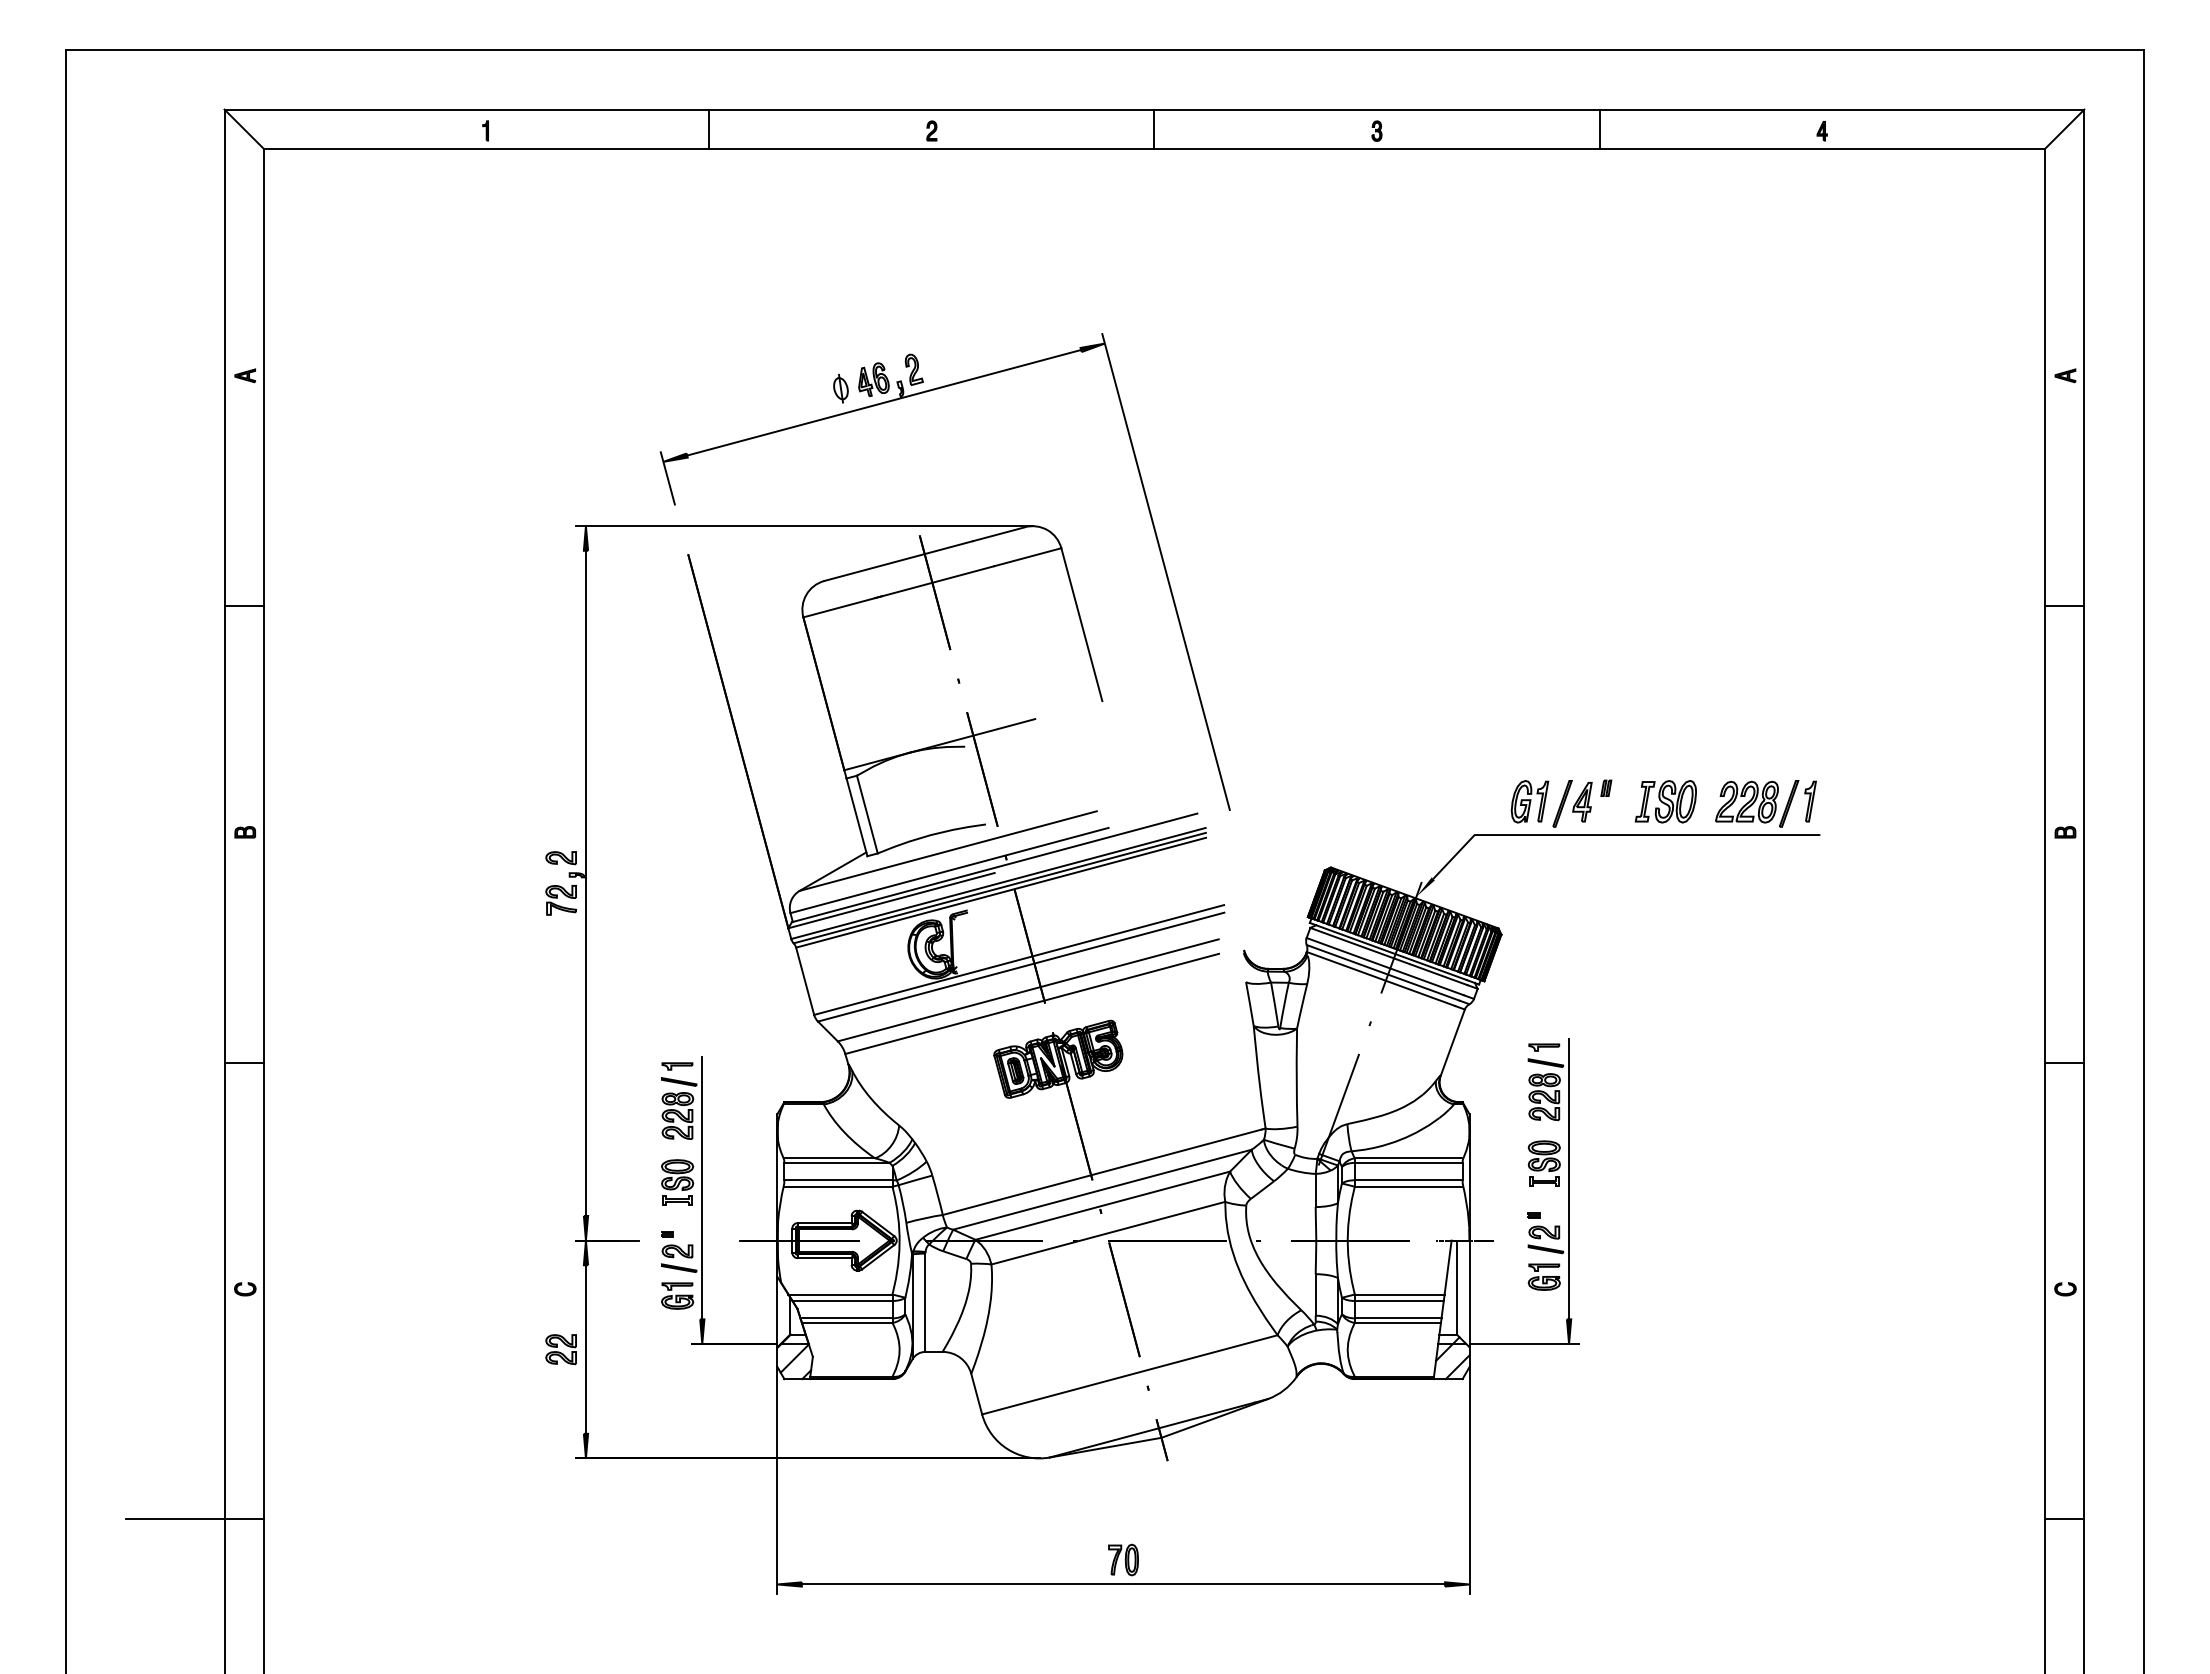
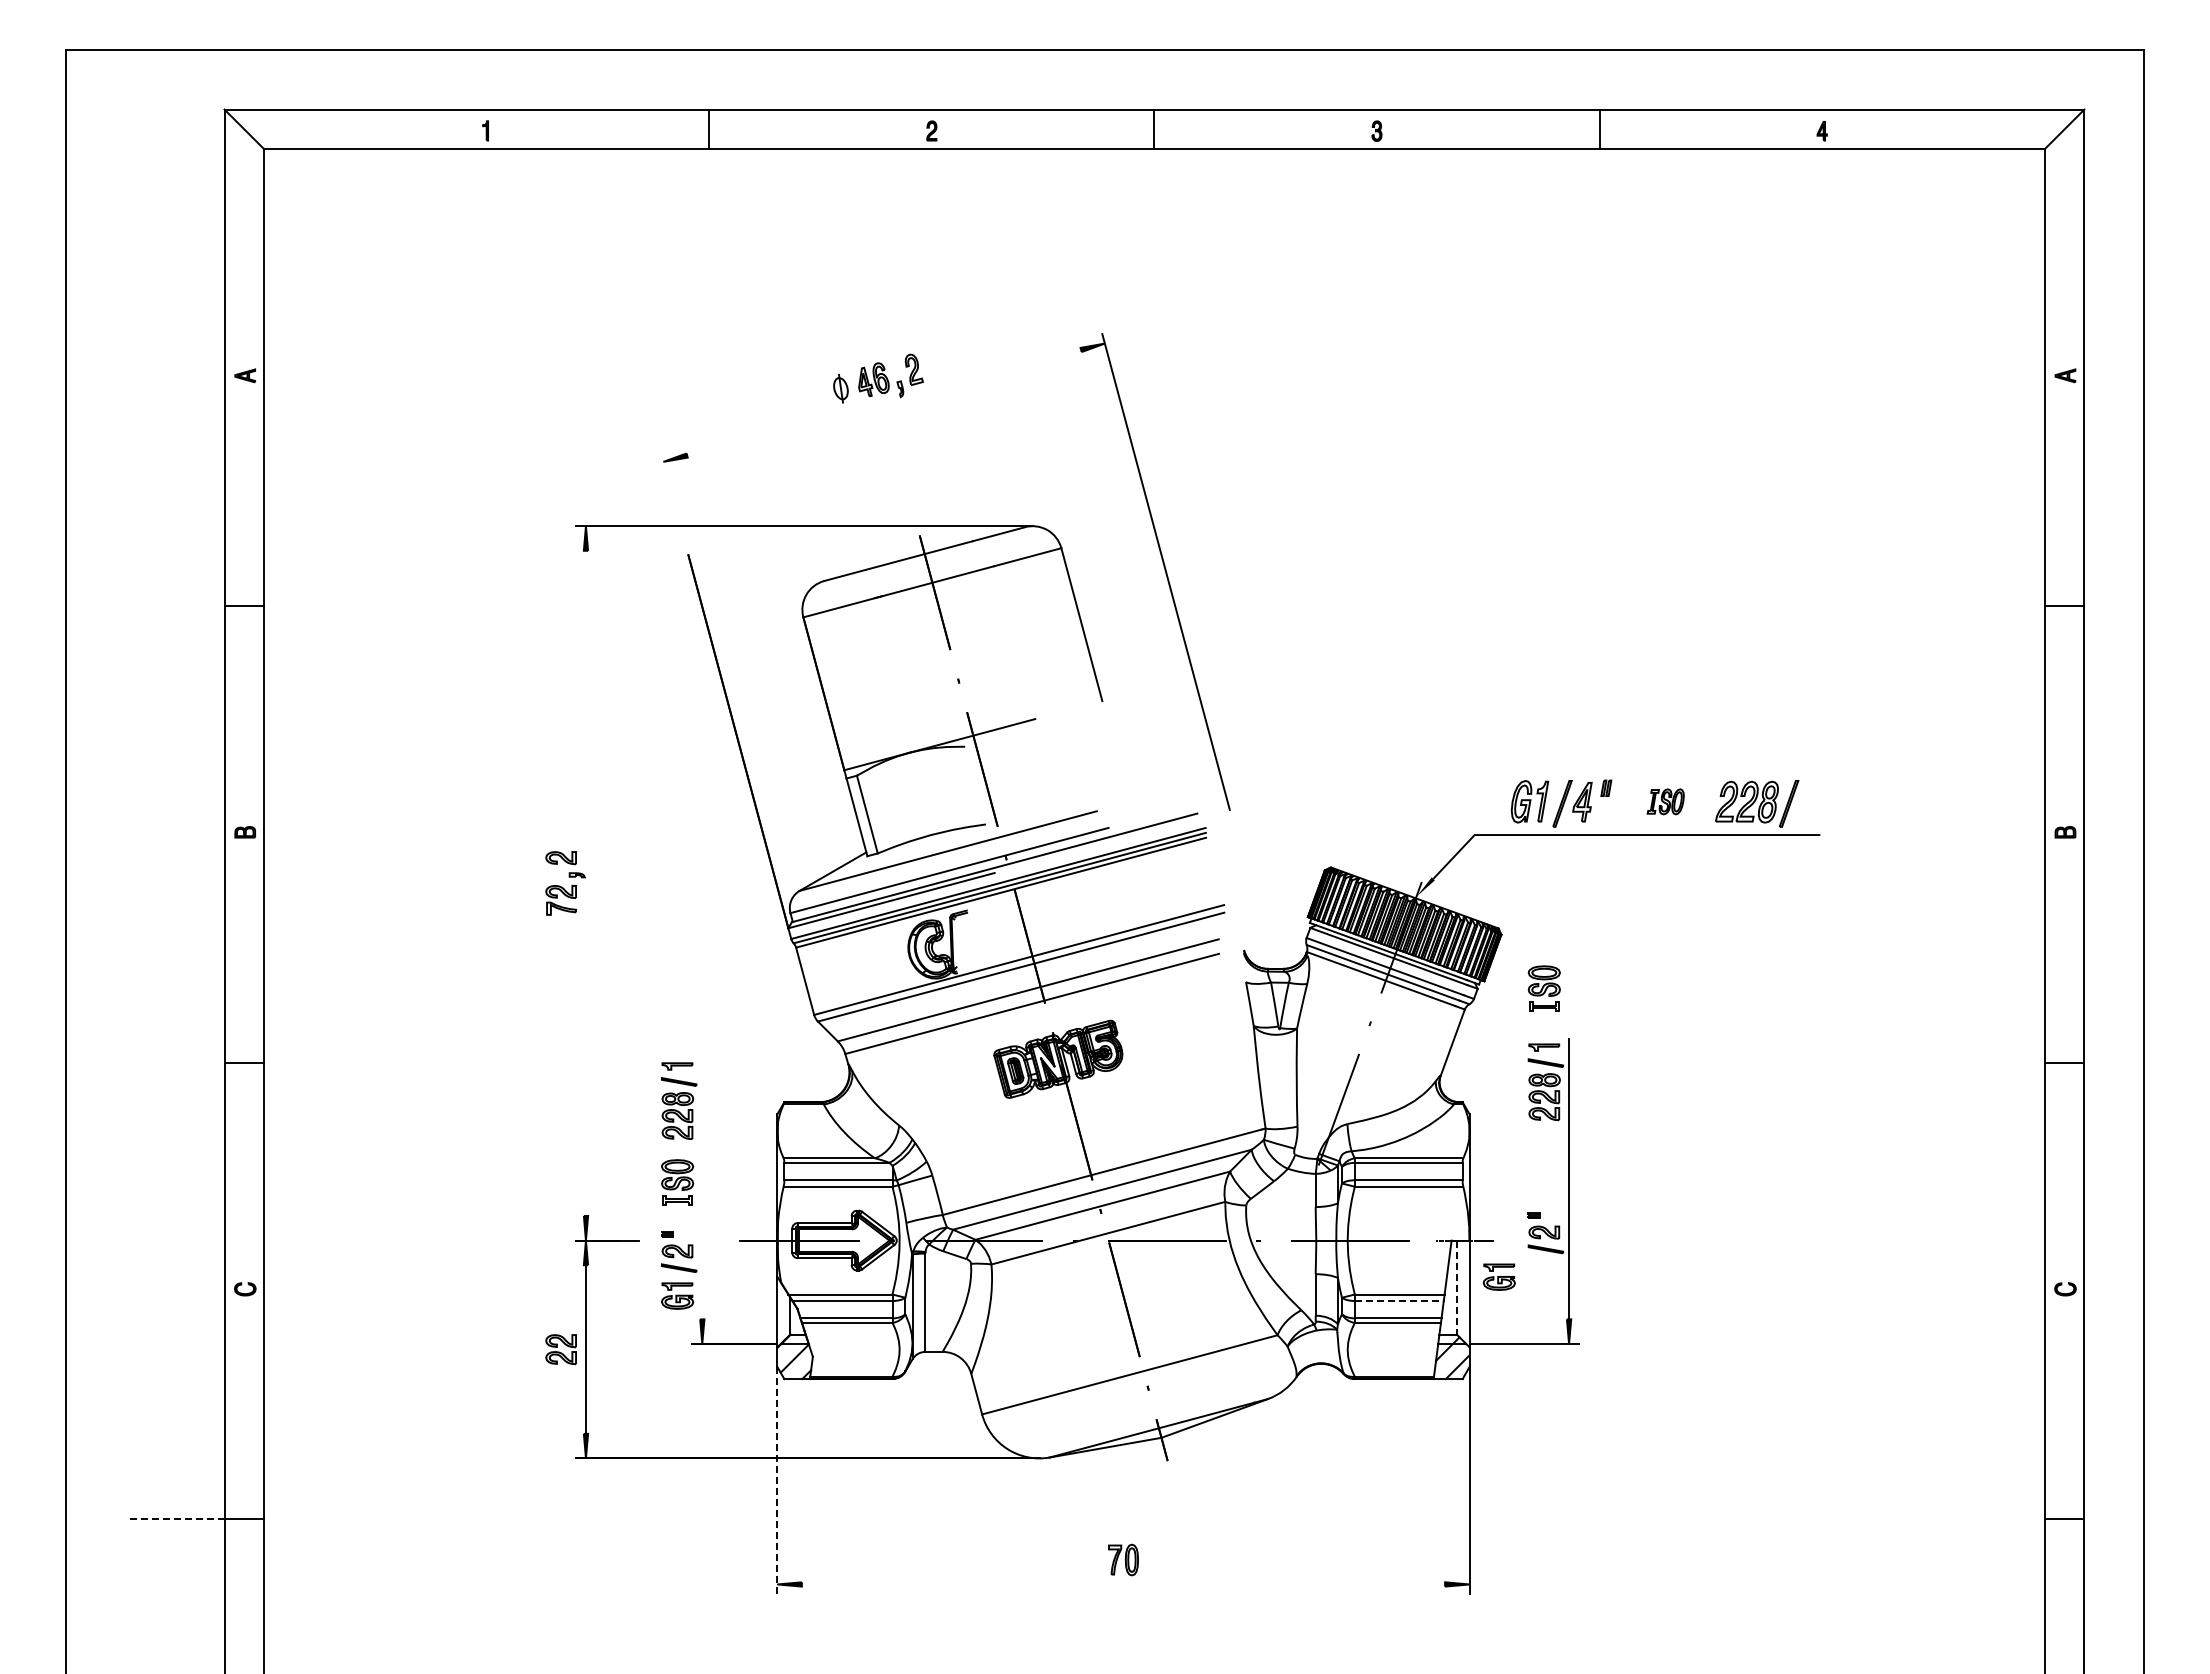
line at (884, 402): present -> none
line at (667, 478): present -> none
part at (1665, 801) size: 63x44 px -> 39x28 px
part at (1810, 801): present -> none
line at (585, 882): present -> none
part at (1543, 1163) position: (1543, 1163) -> (1543, 988)
line at (702, 1188): present -> none
part at (1543, 1276) position: (1543, 1276) -> (1498, 1276)
line at (1456, 1287): solid -> dashed
line at (1399, 1300): solid -> dashed
line at (777, 1480): solid -> dashed
line at (174, 1519): solid -> dashed
line at (1123, 1584): present -> none
